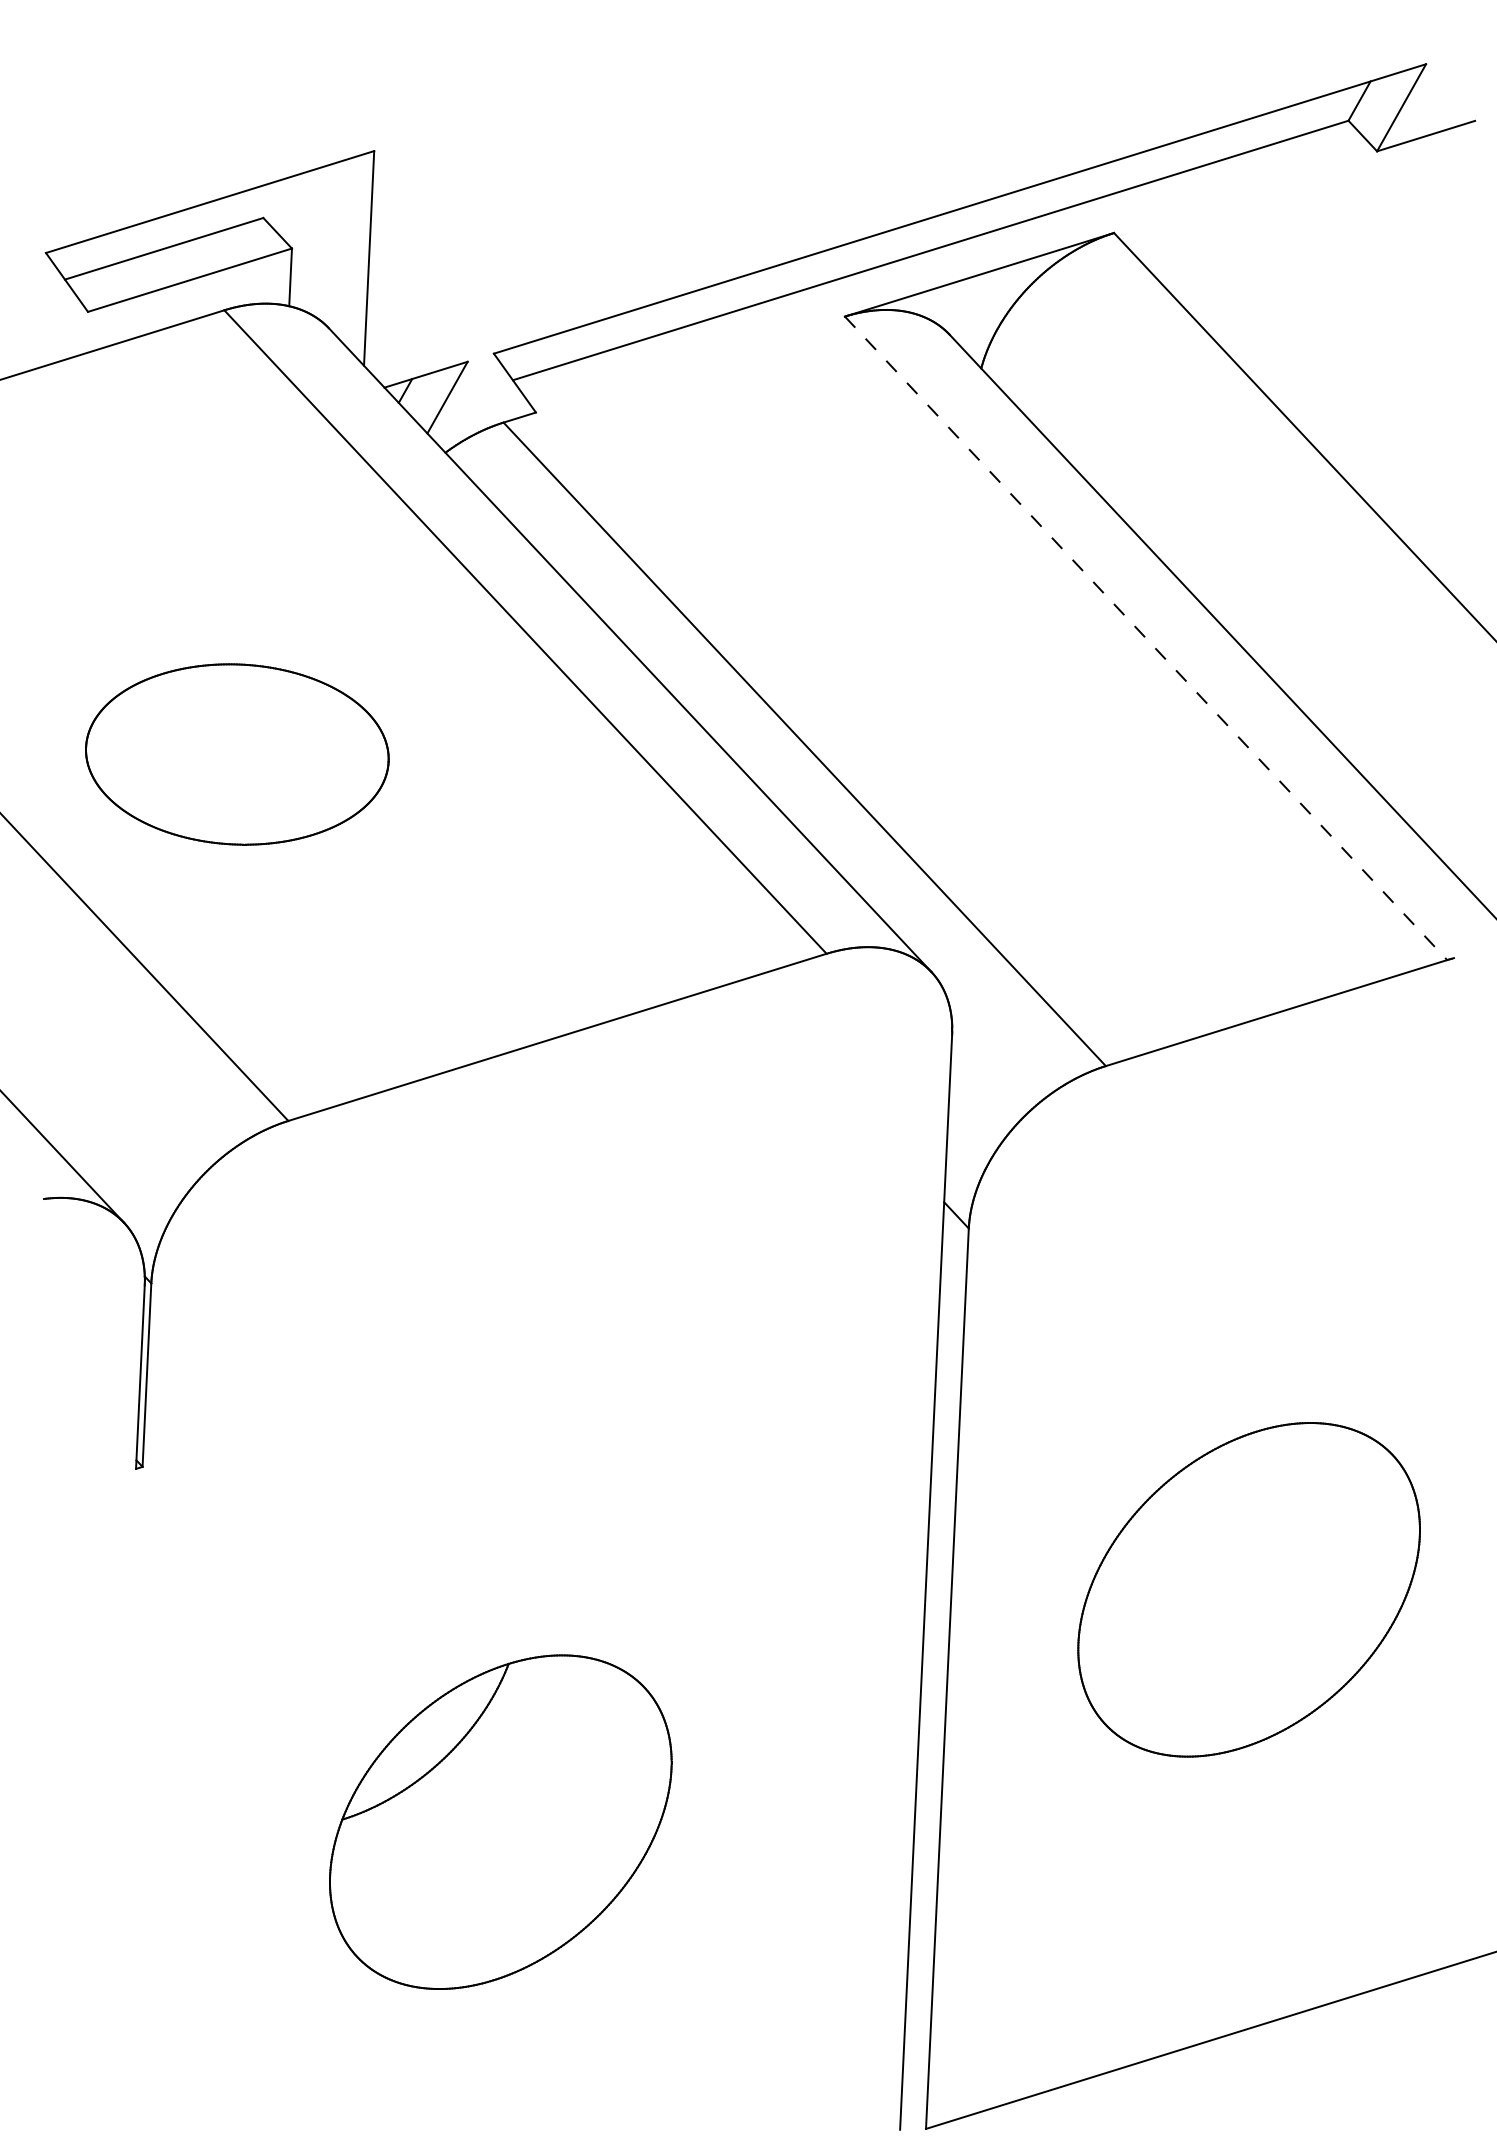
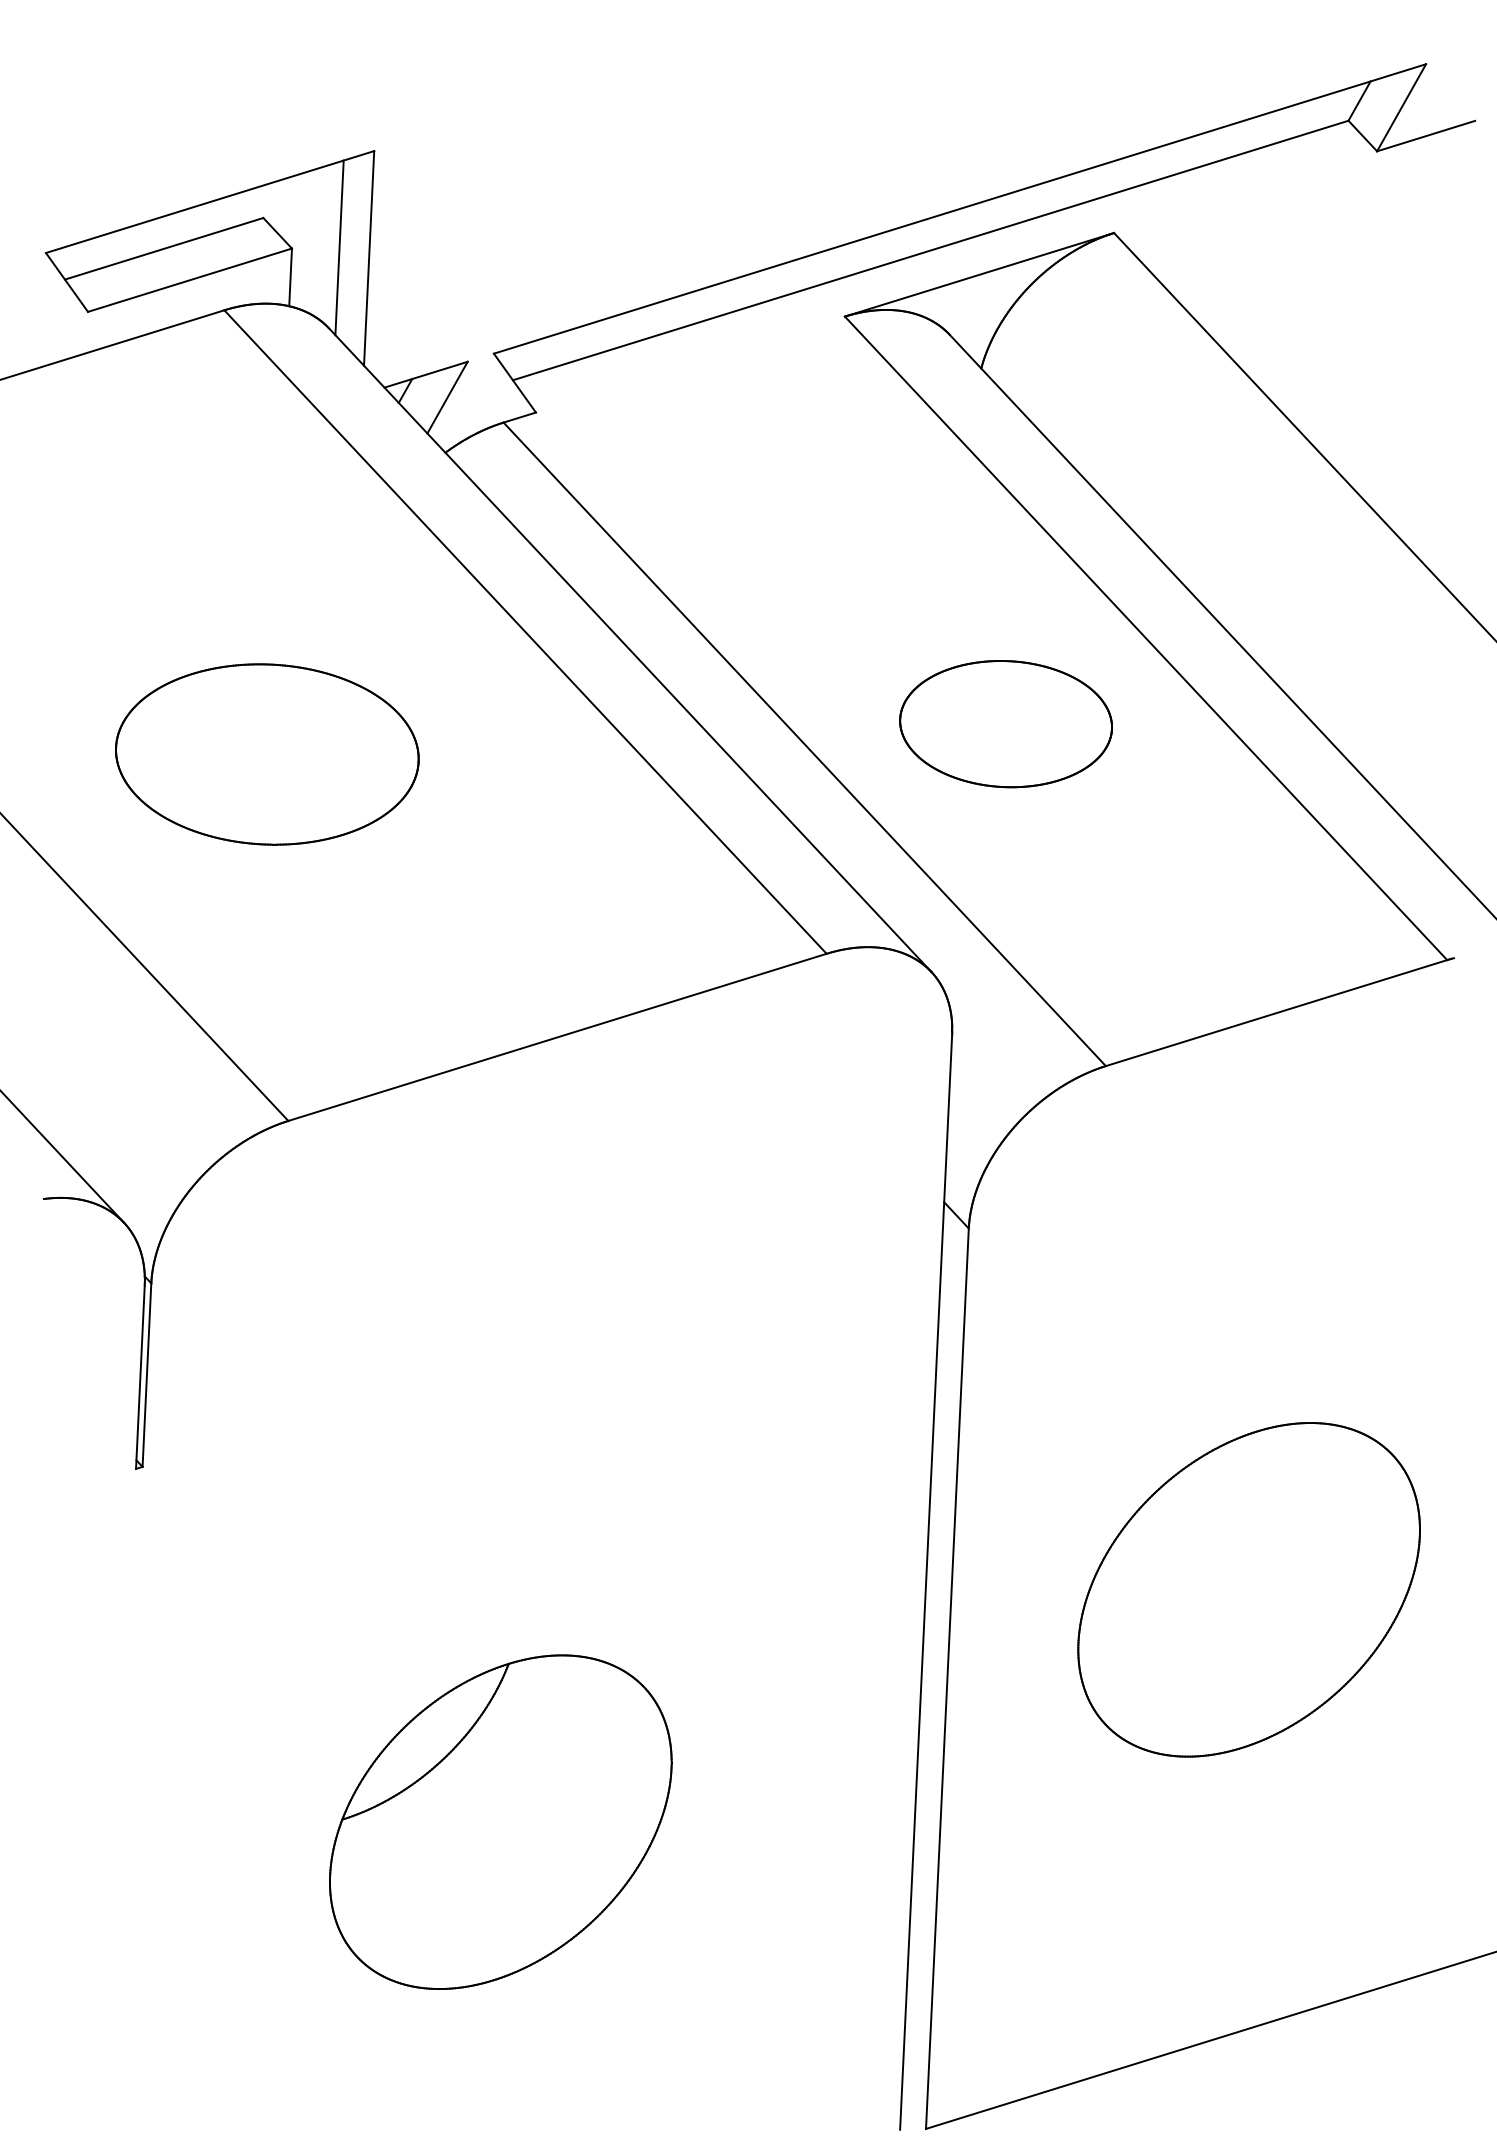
line at (339, 247): none -> present
line at (1146, 638): dashed -> solid
part at (1005, 724): none -> present
part at (237, 754) position: (237, 754) -> (267, 754)
